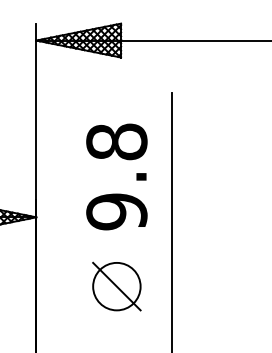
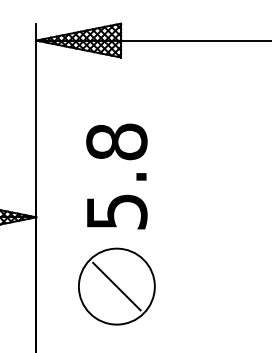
text at (116, 211): 9.8 -> 5.8
line at (171, 221): present -> none
circle at (116, 286) diameter: 47 px -> 76 px
